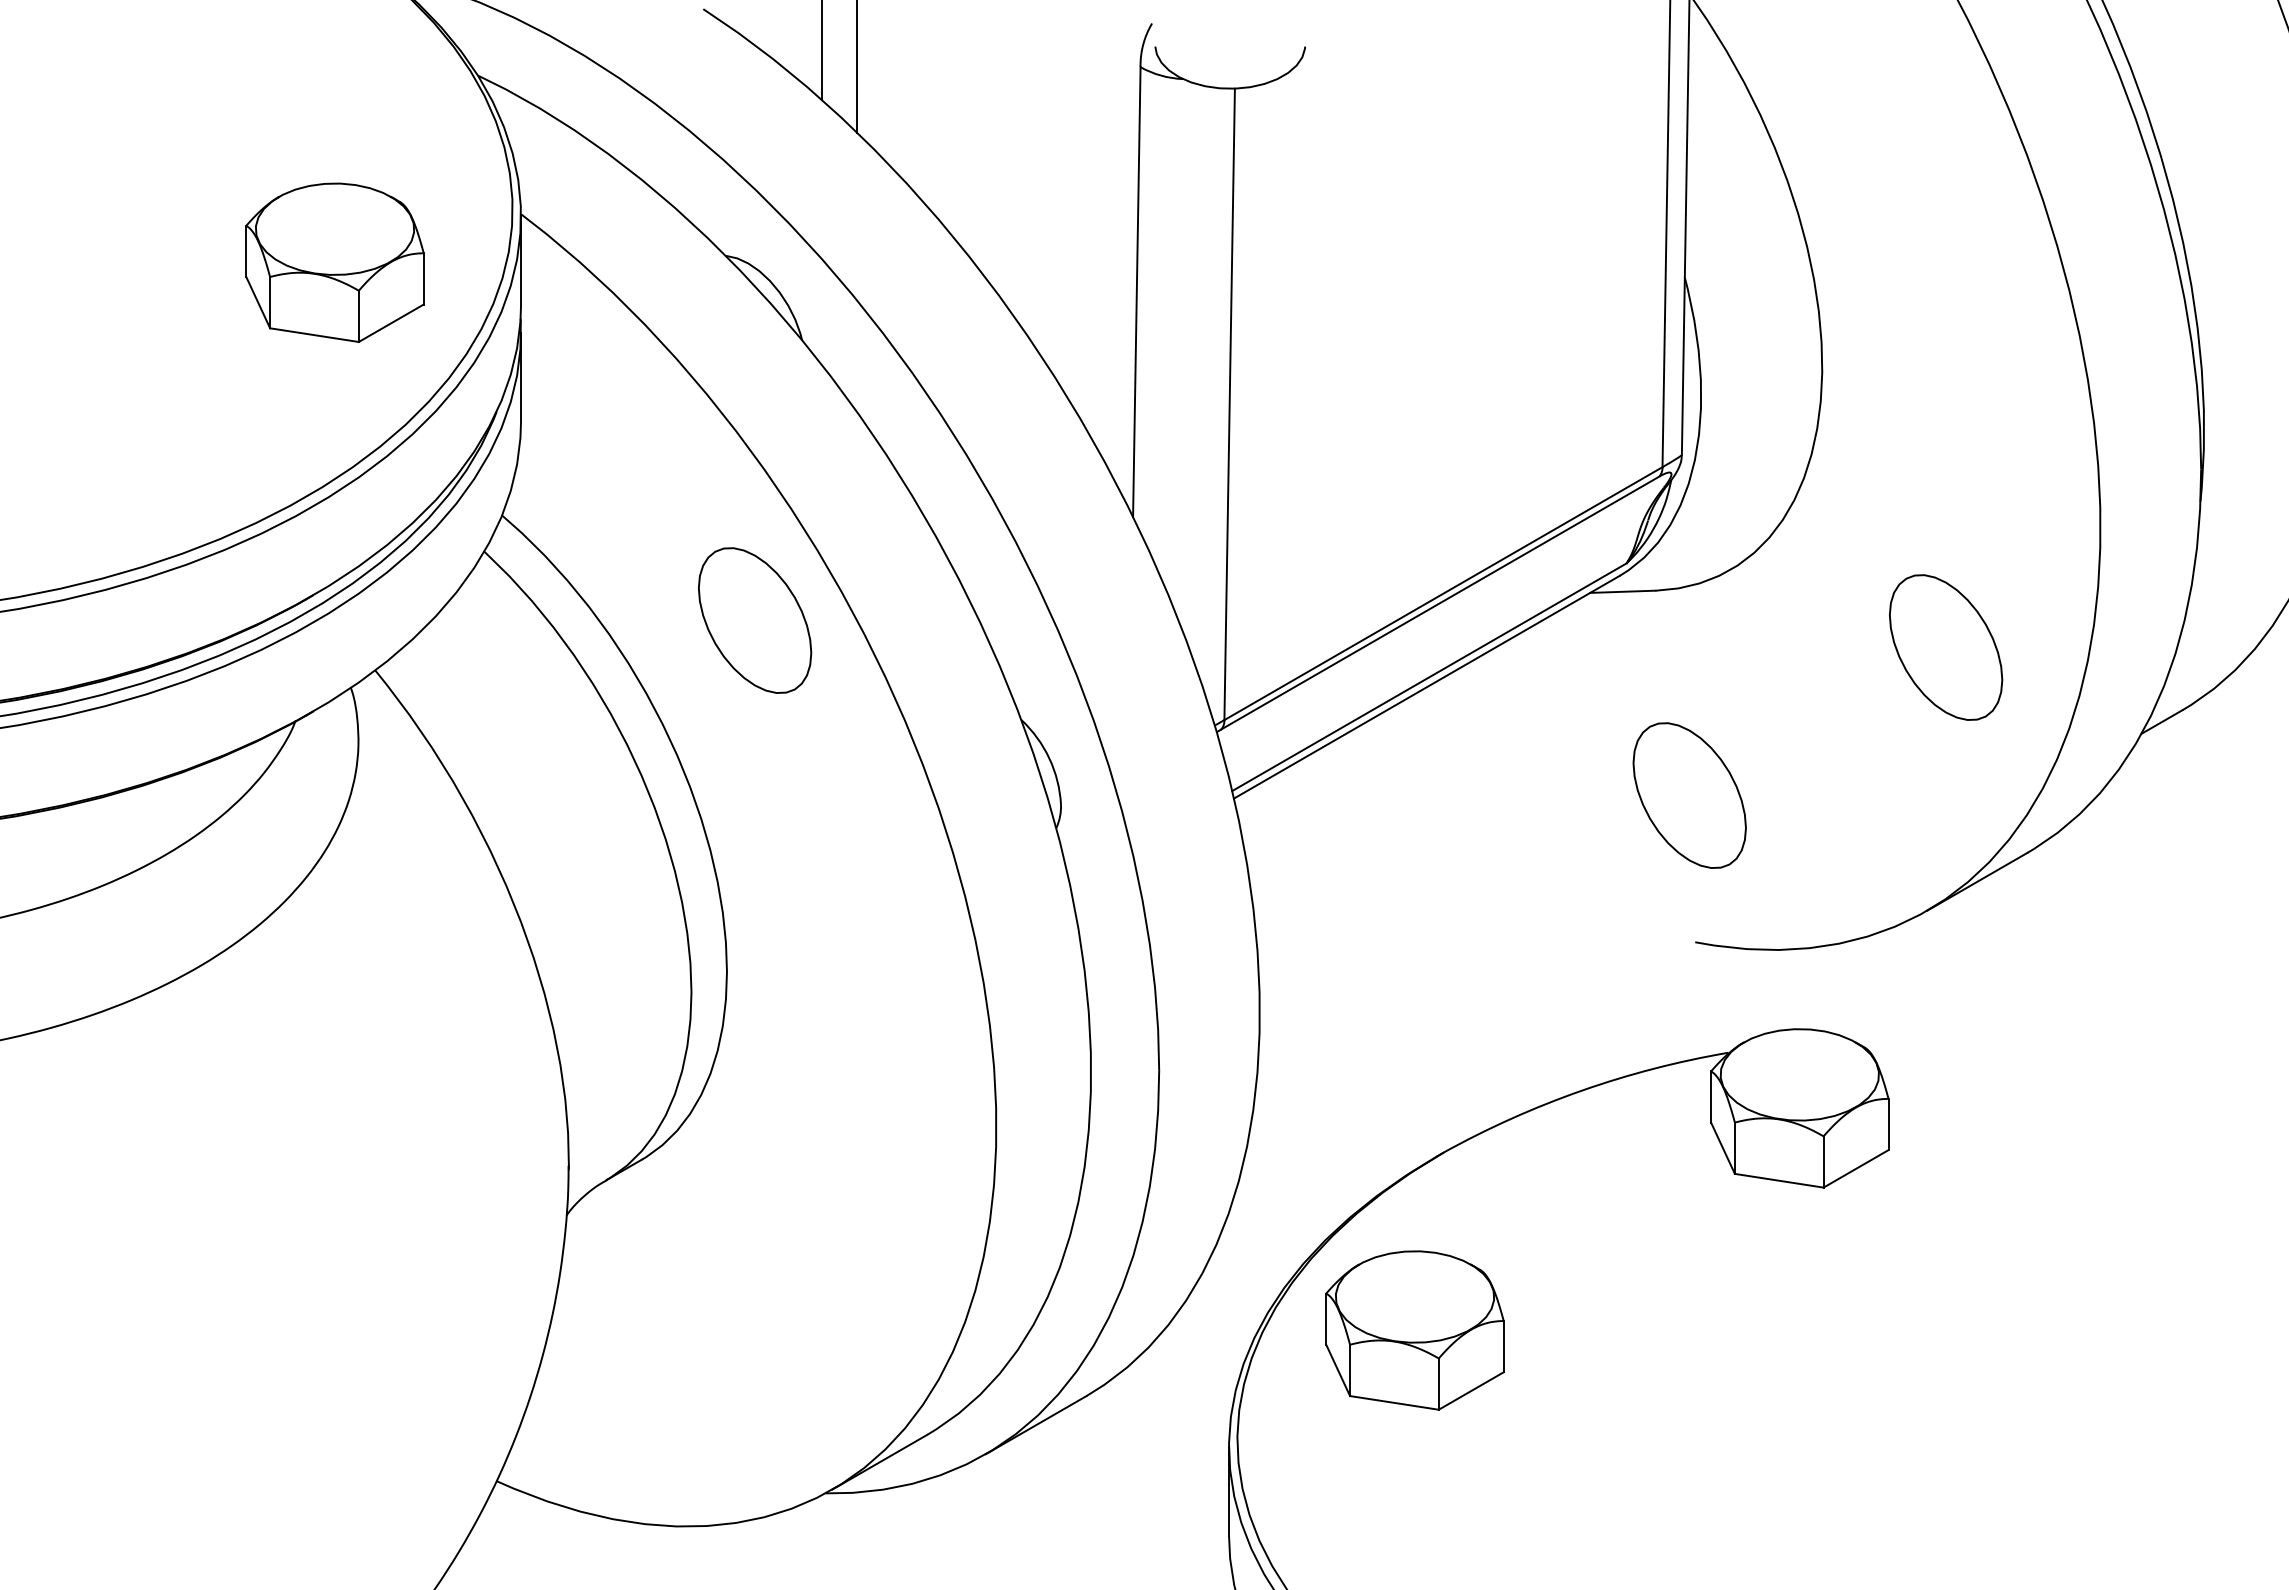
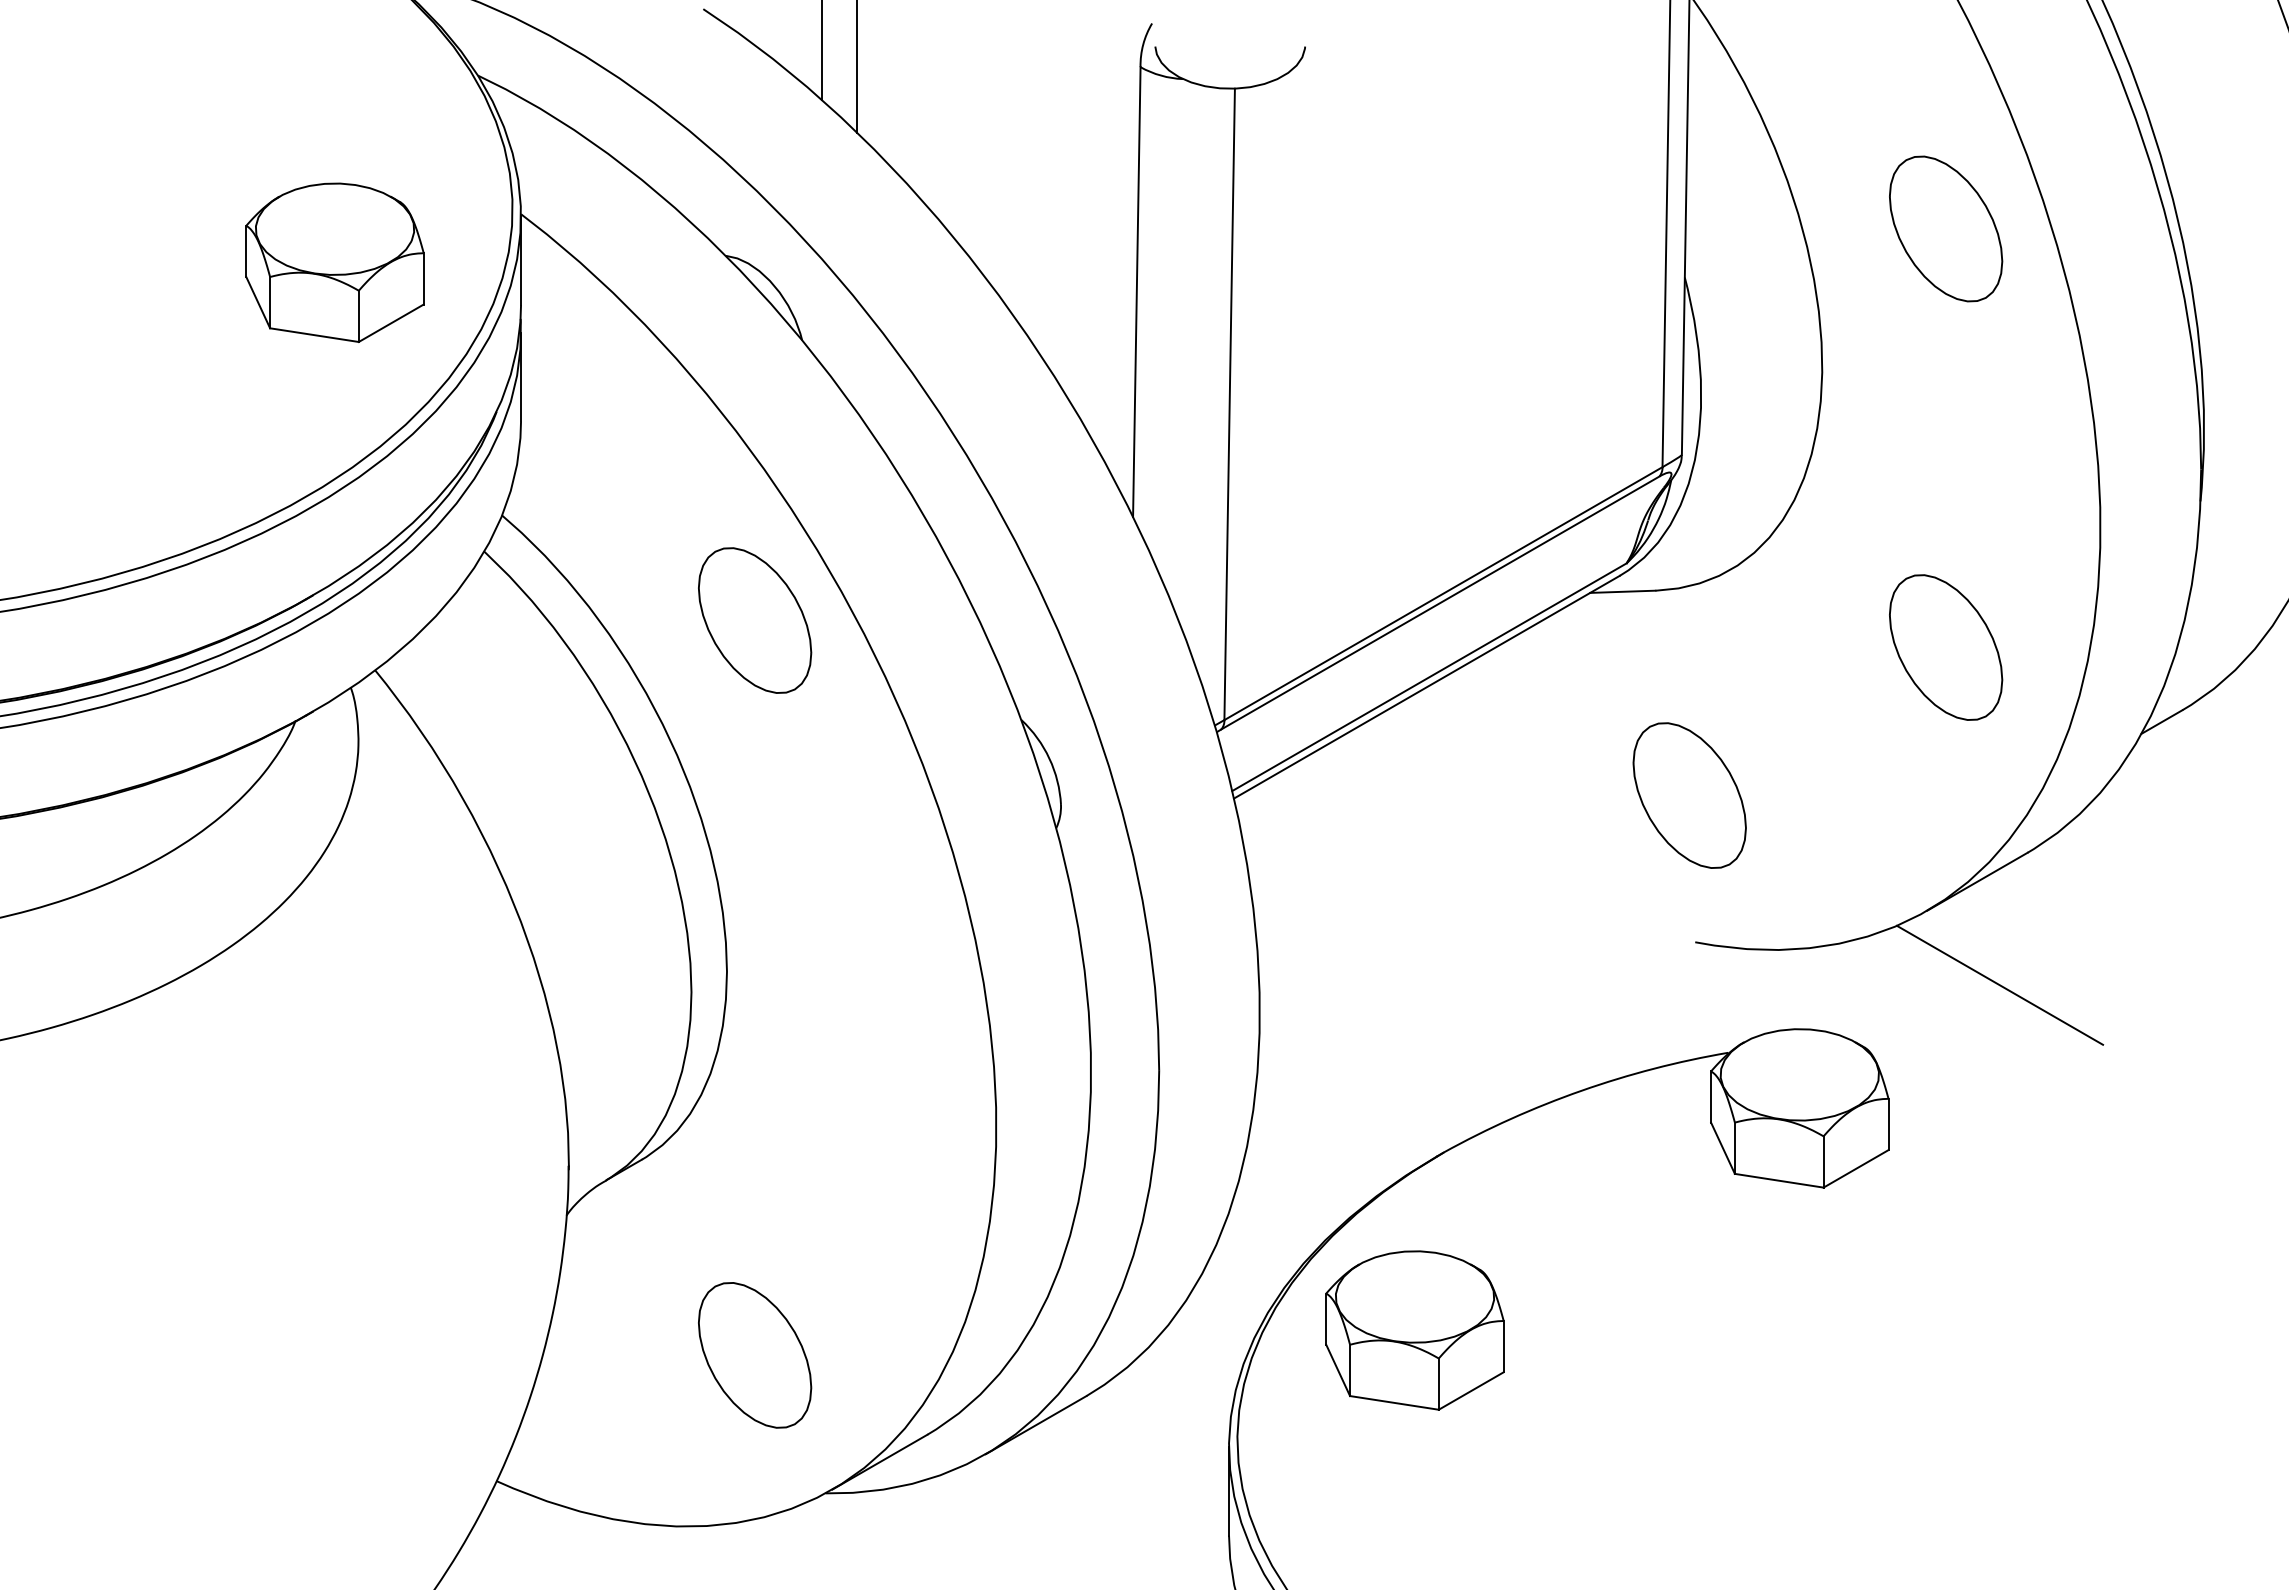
part at (1946, 228): none -> present
line at (1999, 984): none -> present
part at (755, 1355): none -> present
